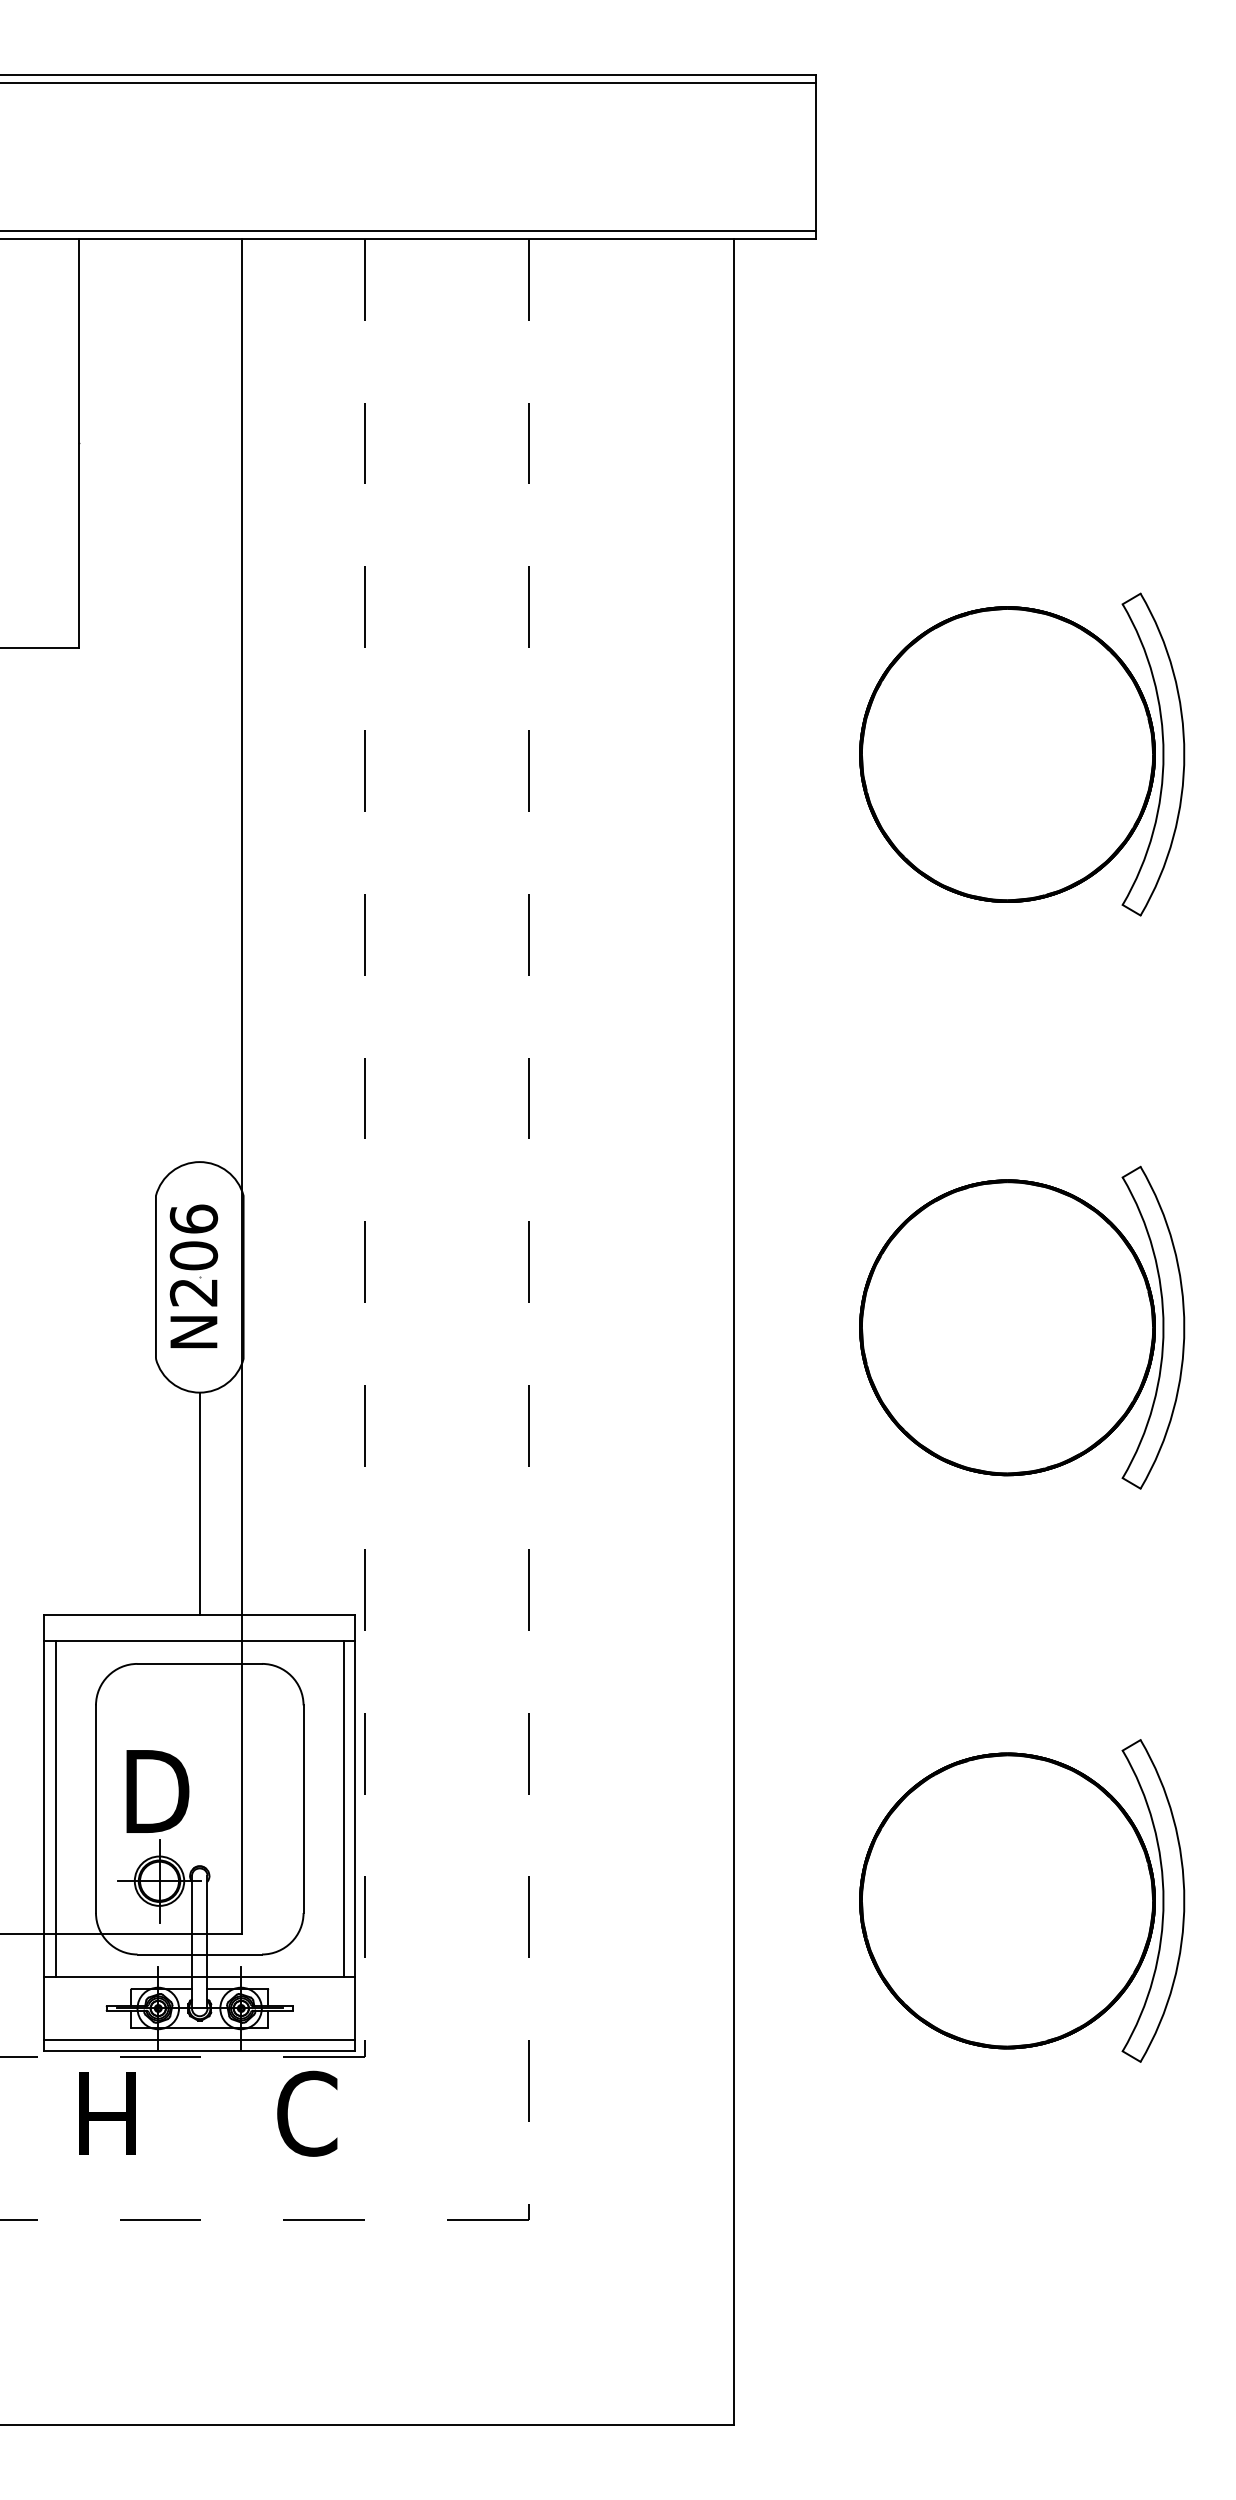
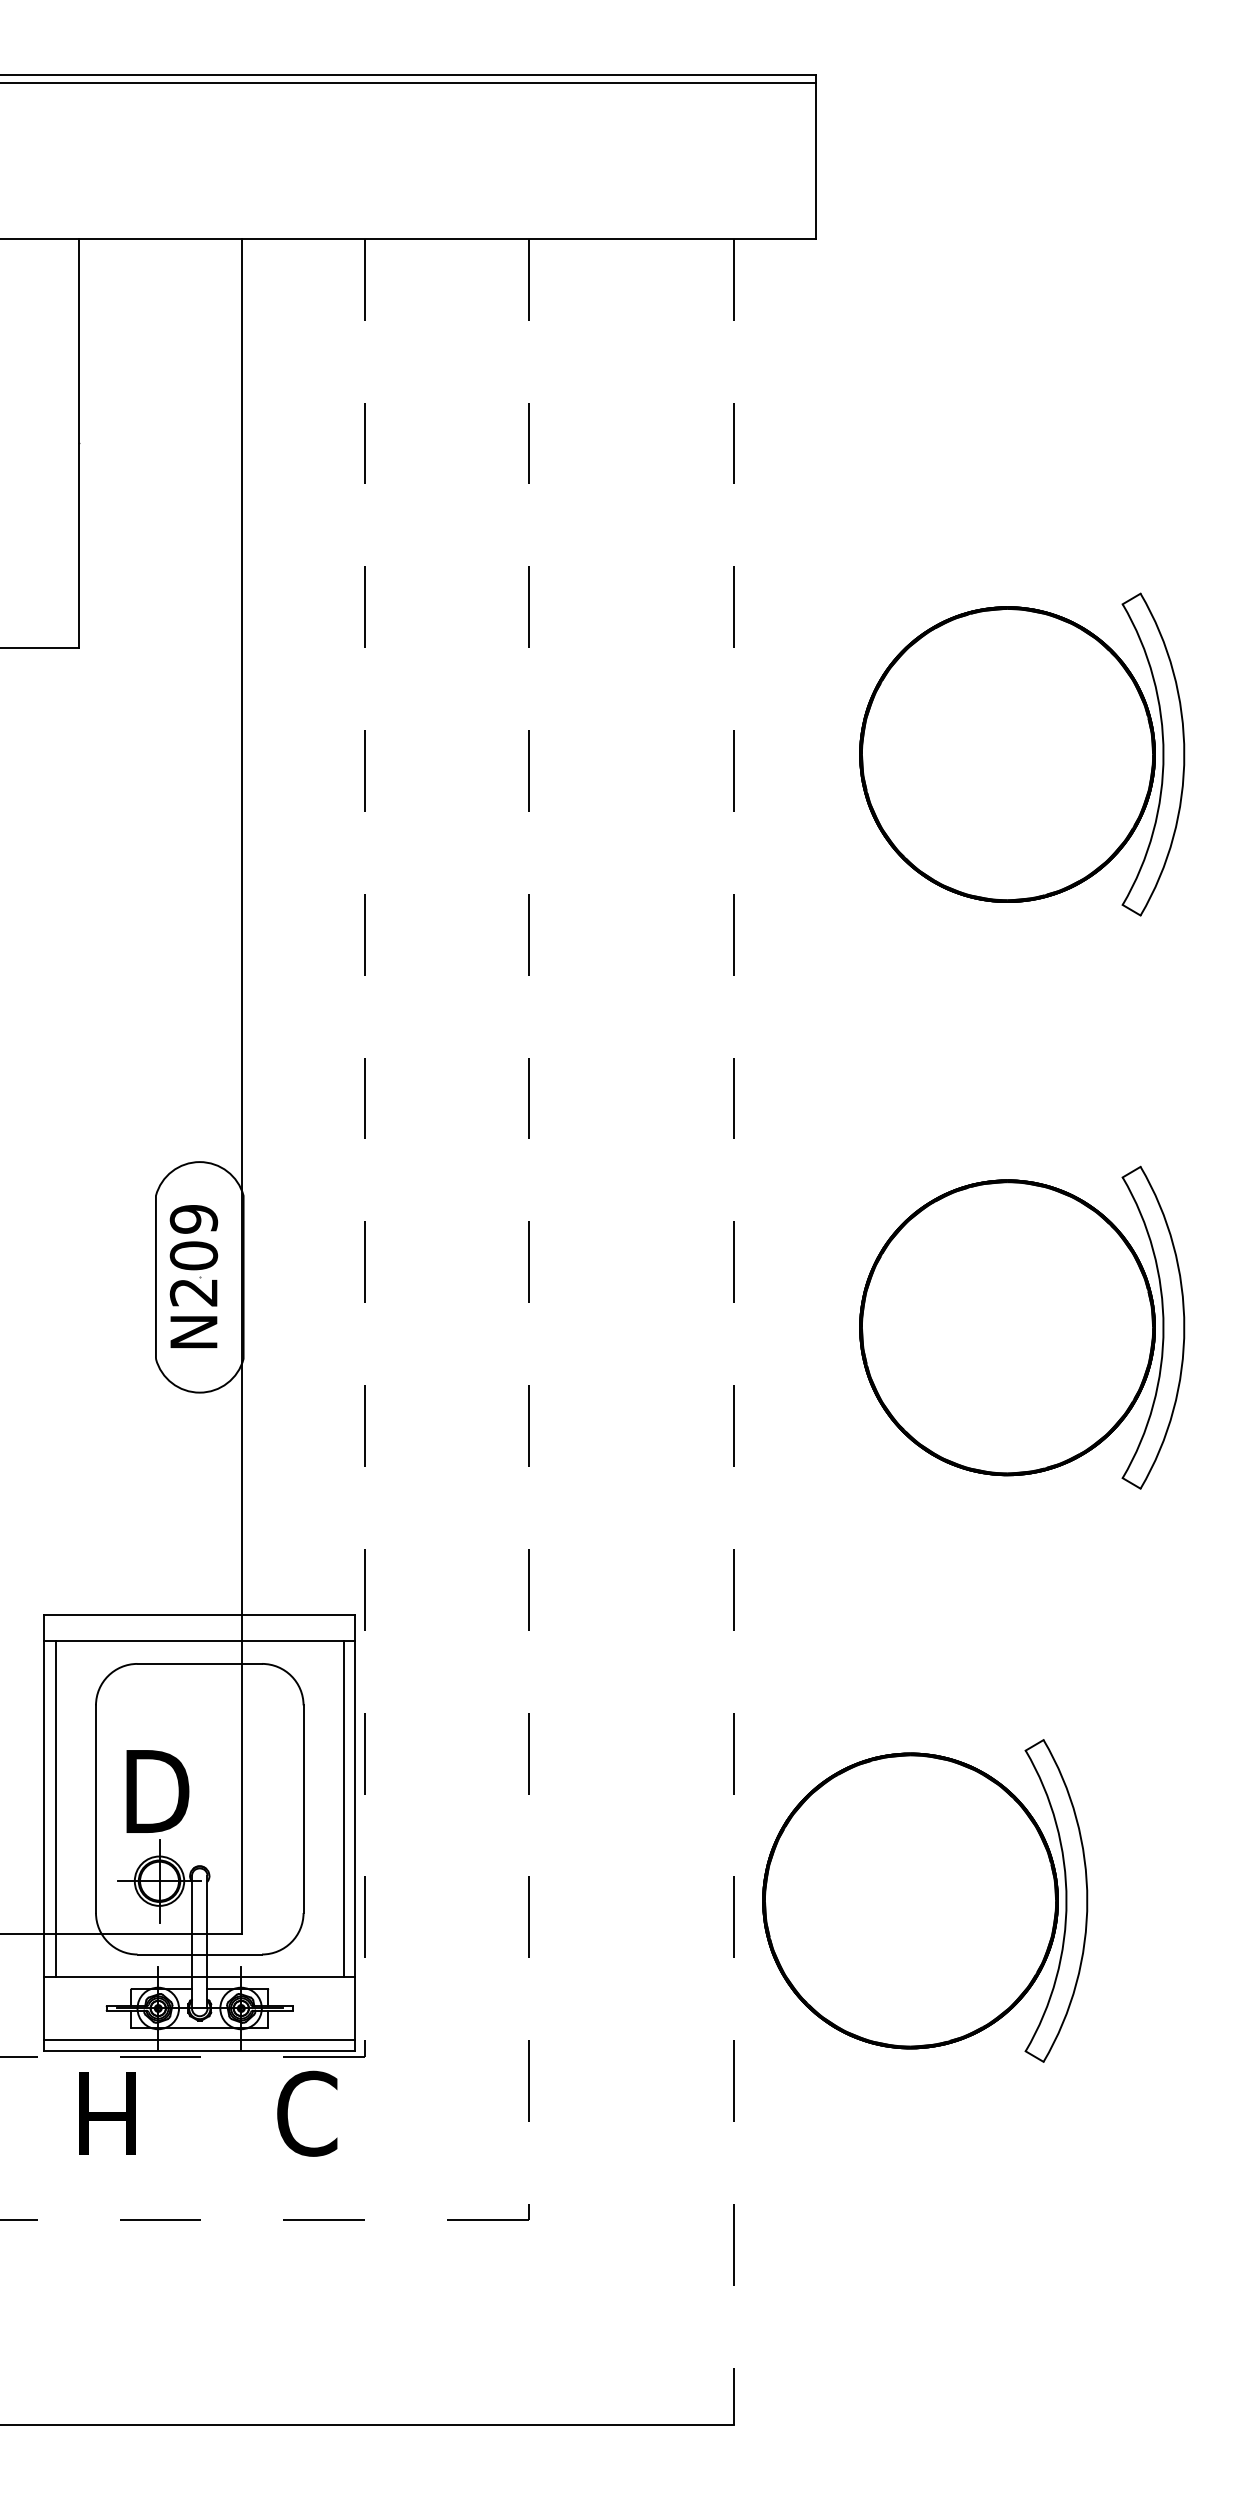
line at (408, 230): present -> none
text at (193, 1218): N206 -> N209
line at (733, 1332): solid -> dashed
line at (199, 1503): present -> none
part at (1022, 1900) position: (1022, 1900) -> (925, 1900)
